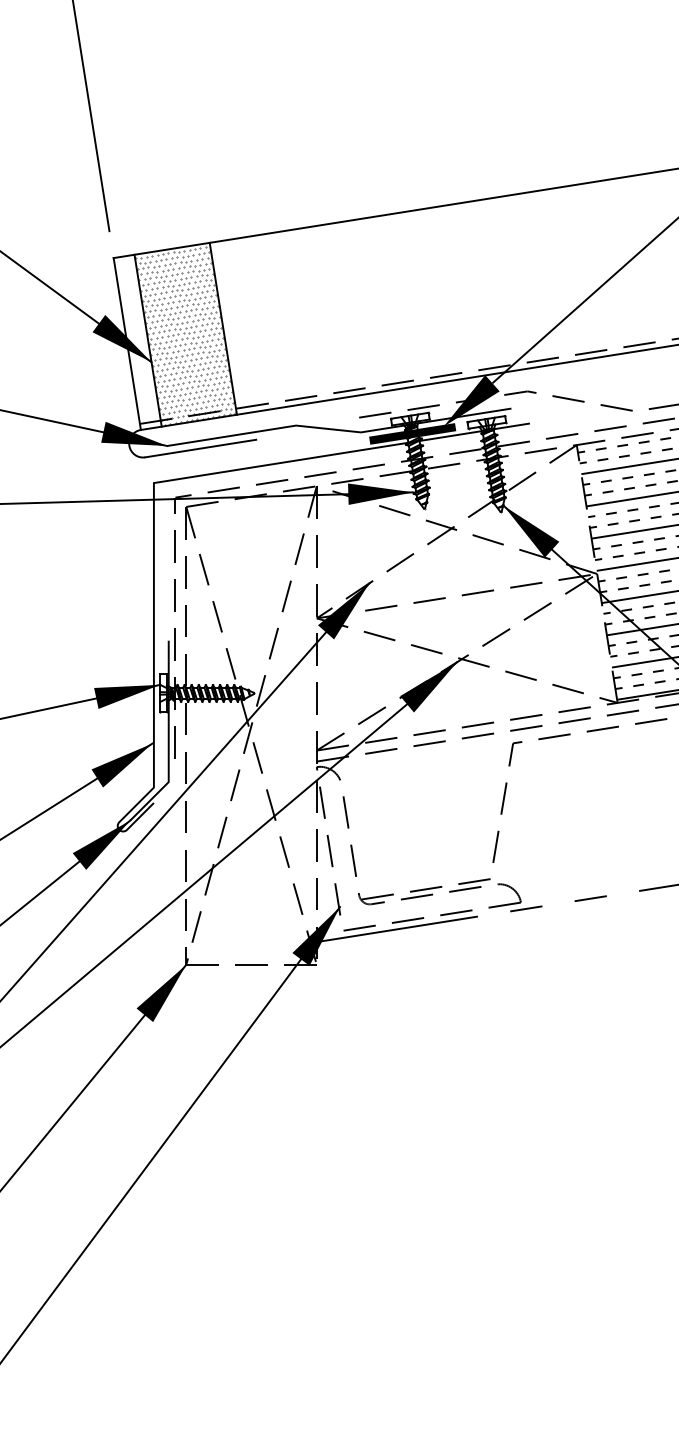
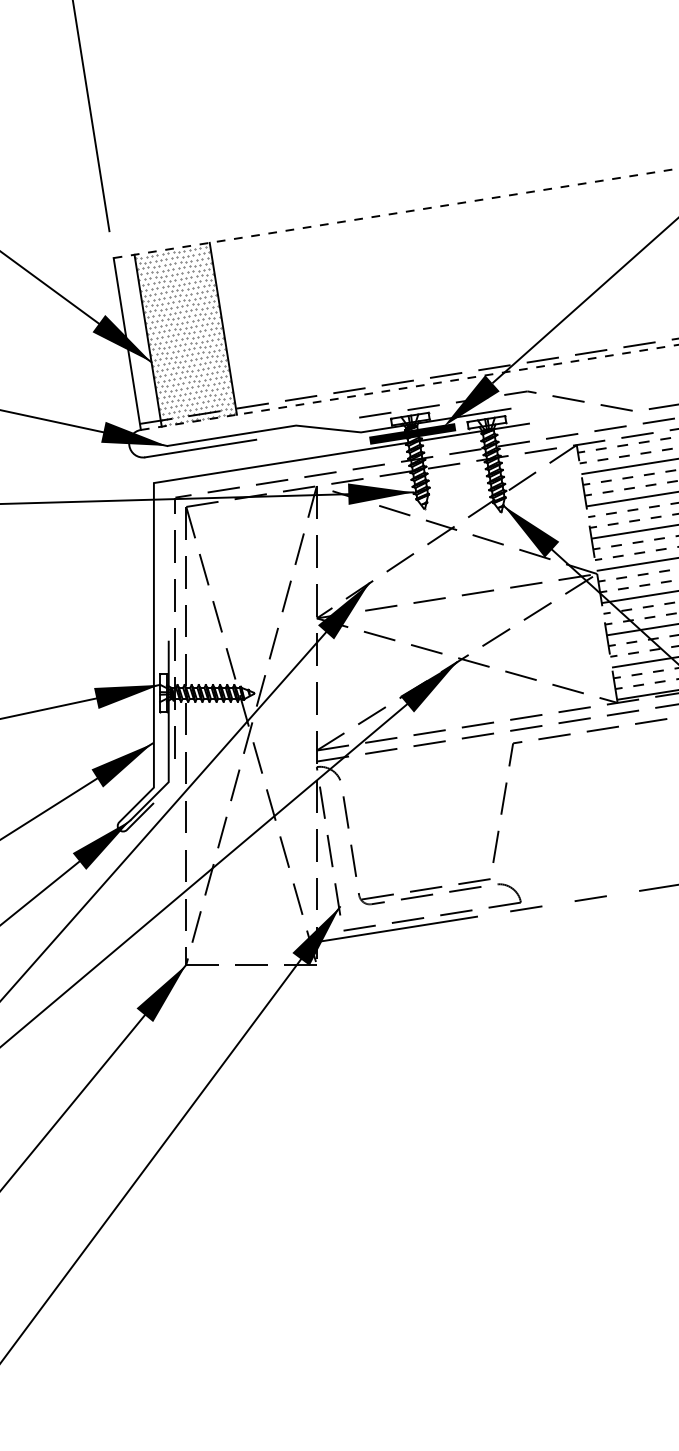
line at (396, 213): solid -> dashed
line at (410, 387): solid -> dashed
